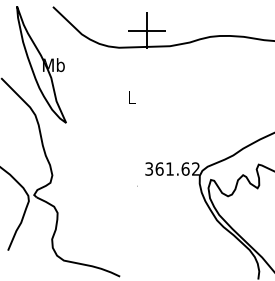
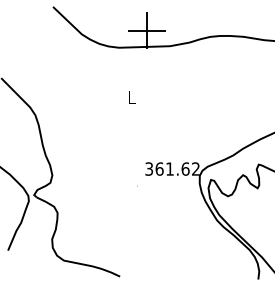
part at (41, 64): present -> none
